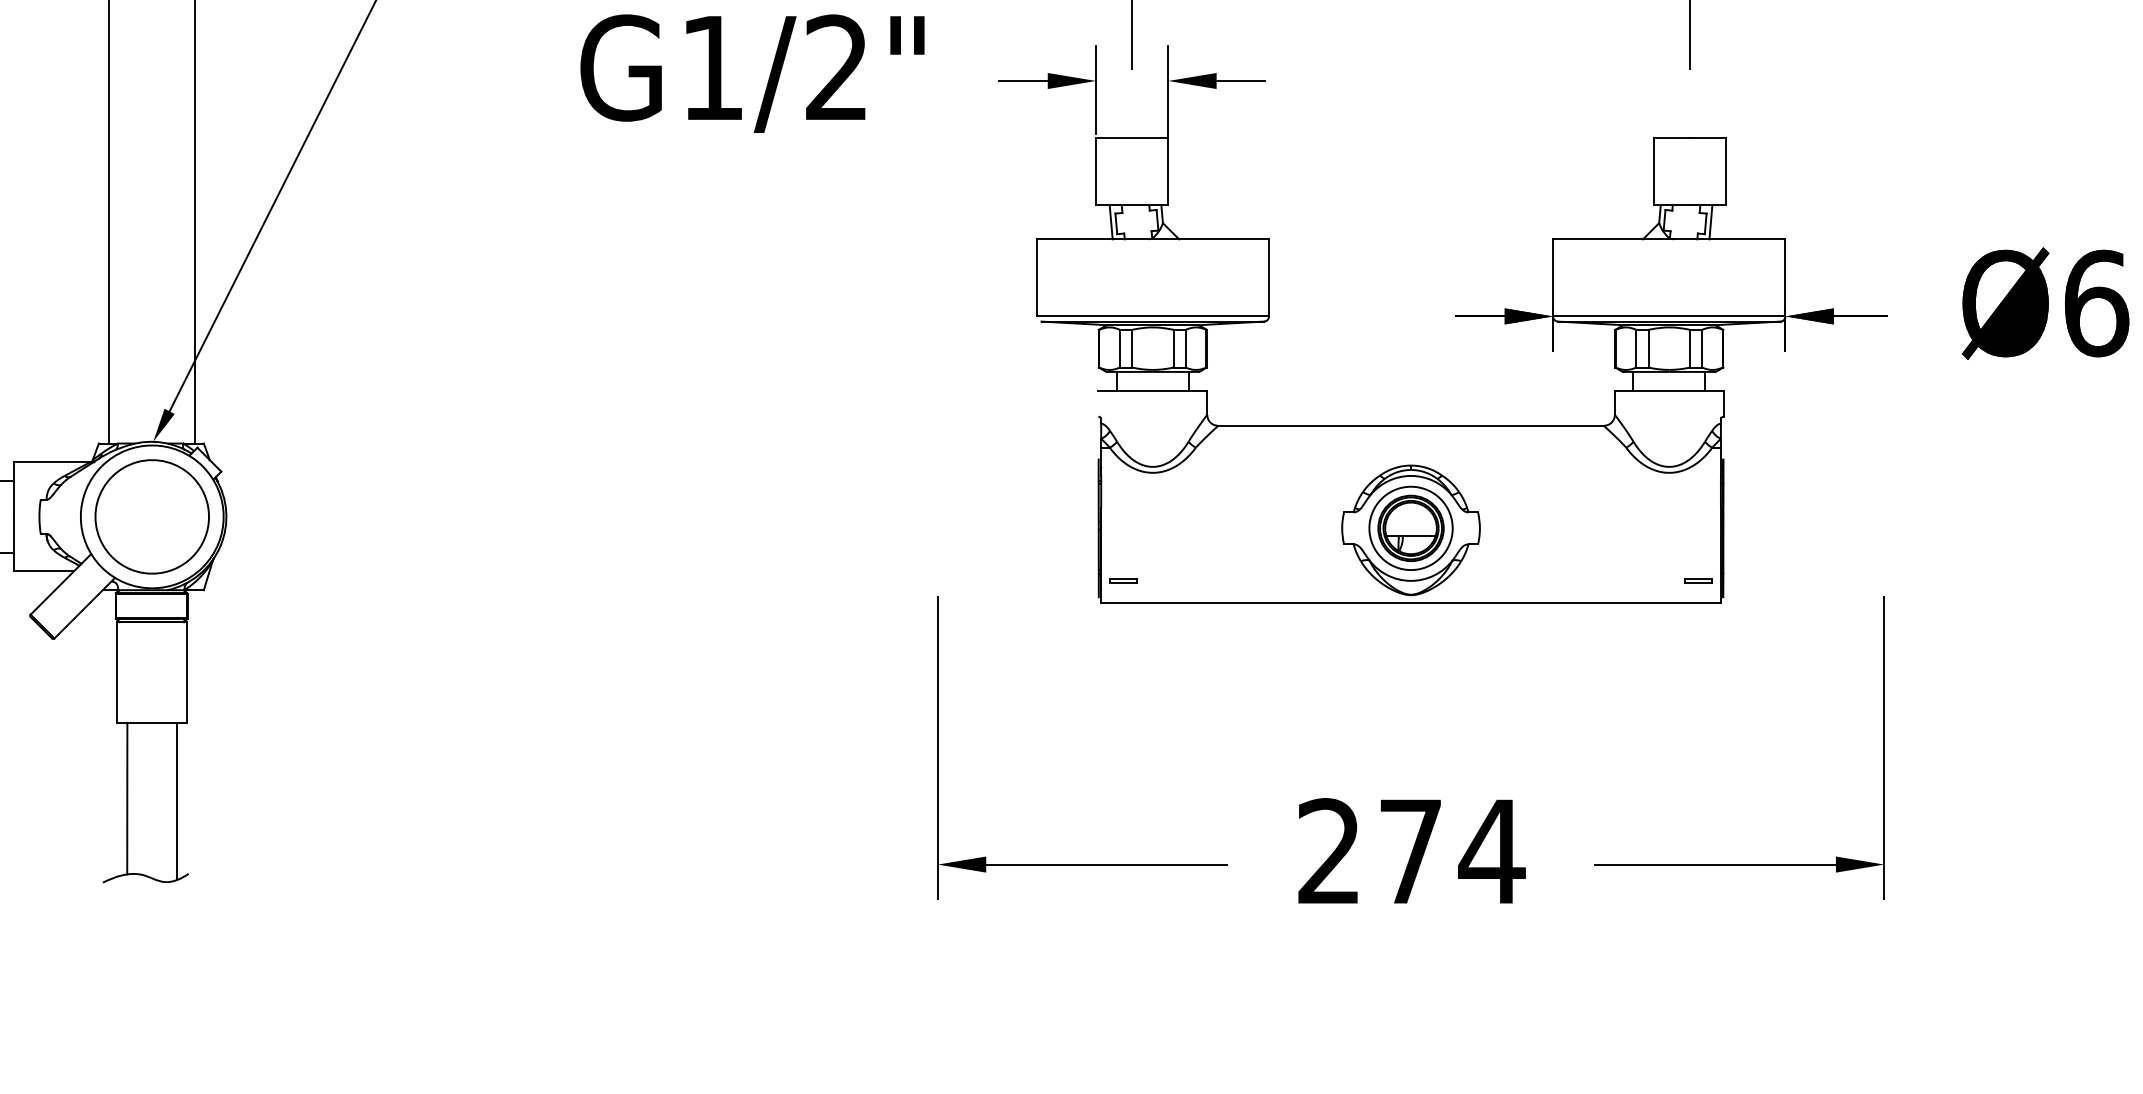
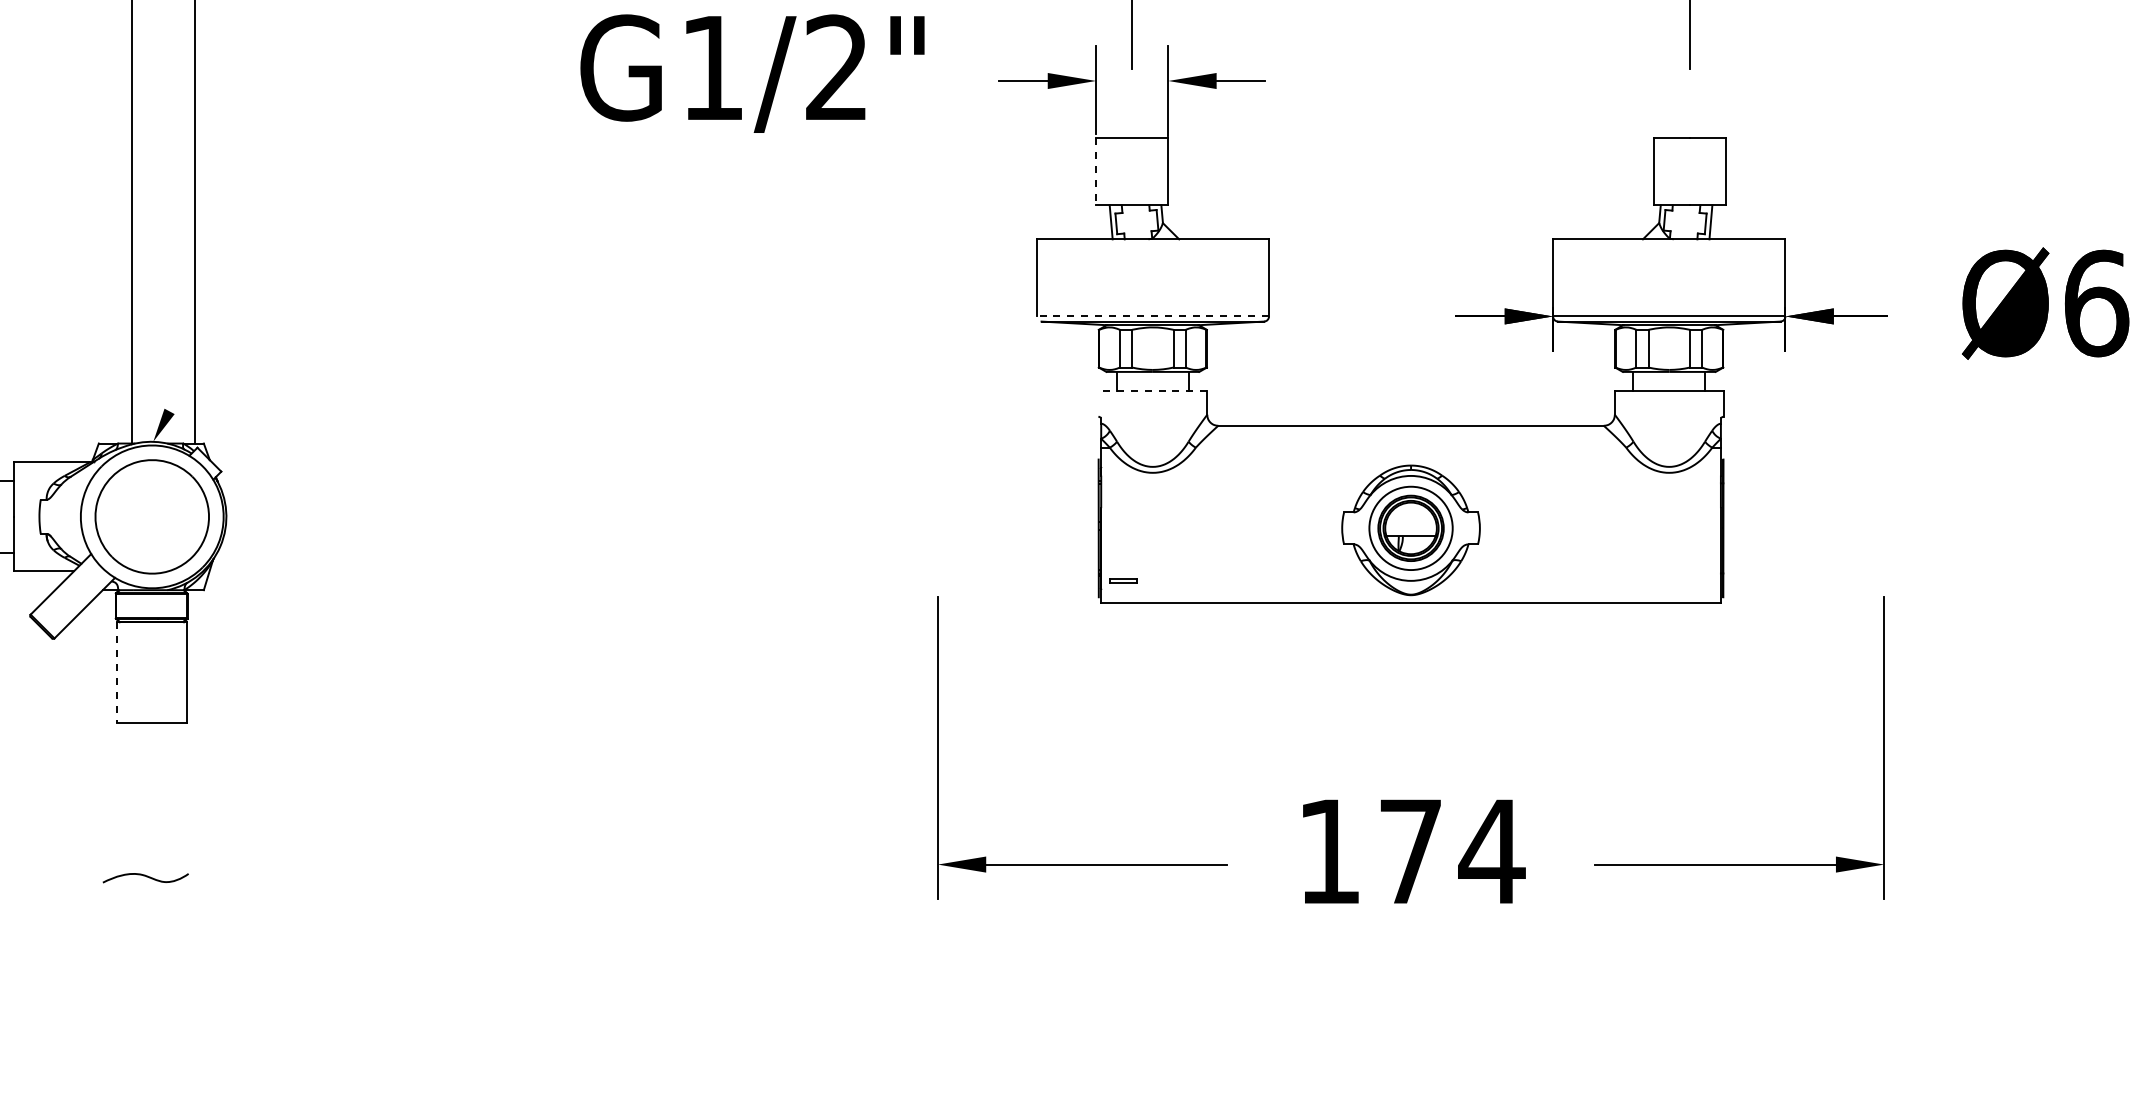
line at (1096, 171): solid -> dashed
line at (272, 206): present -> none
line at (108, 222) position: (108, 222) -> (131, 222)
line at (1152, 316): solid -> dashed
line at (1152, 391): solid -> dashed
part at (1698, 580): present -> none
line at (117, 673): solid -> dashed
line at (127, 798): present -> none
line at (176, 801): present -> none
text at (1328, 850): 274 -> 174
